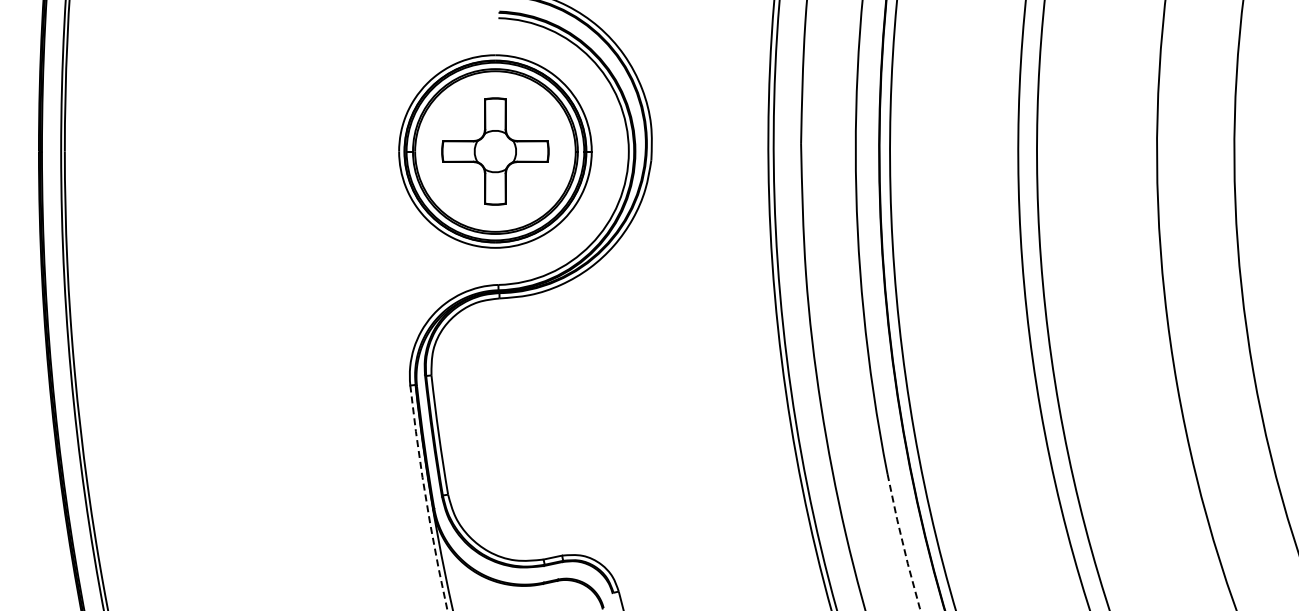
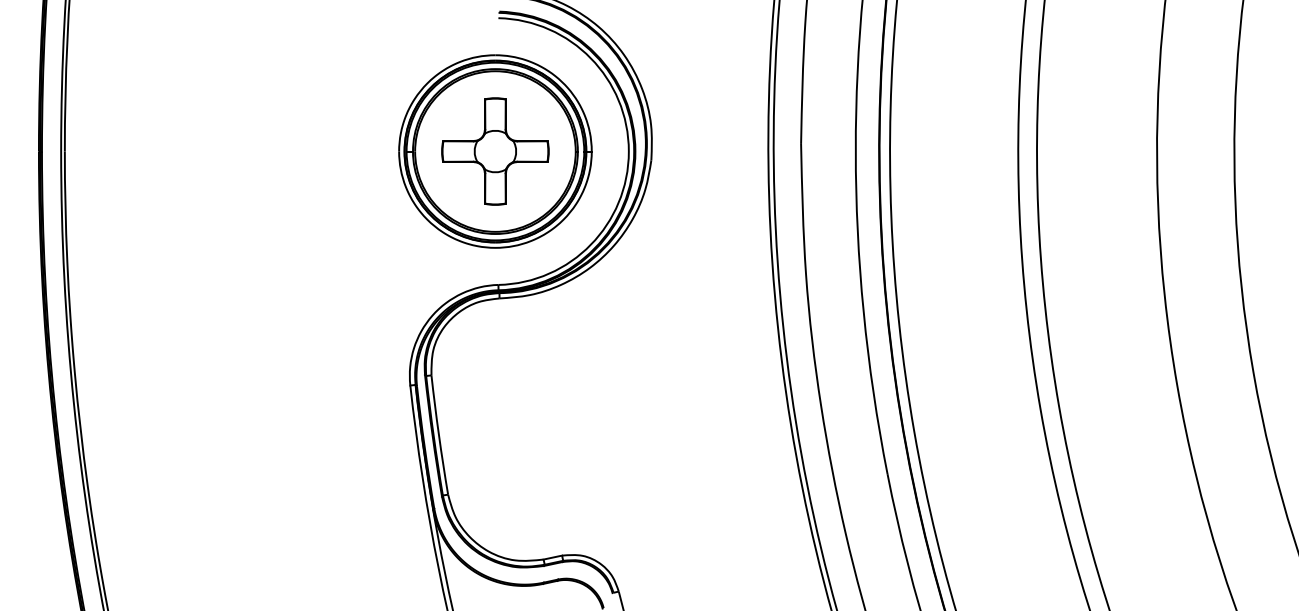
arc at (425, 497): dashed -> solid
arc at (902, 542): dashed -> solid
